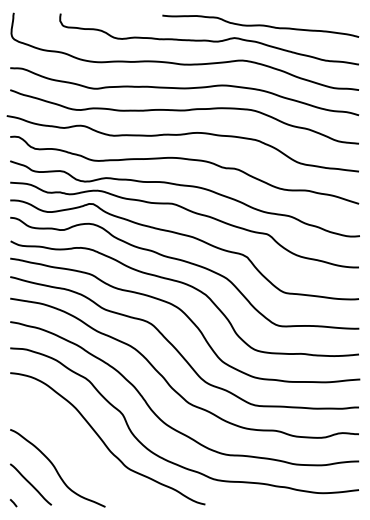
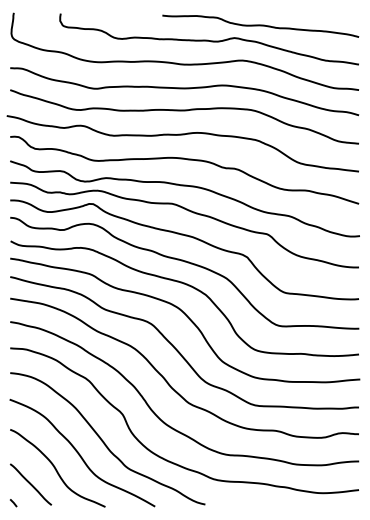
curve at (80, 454): none -> present
